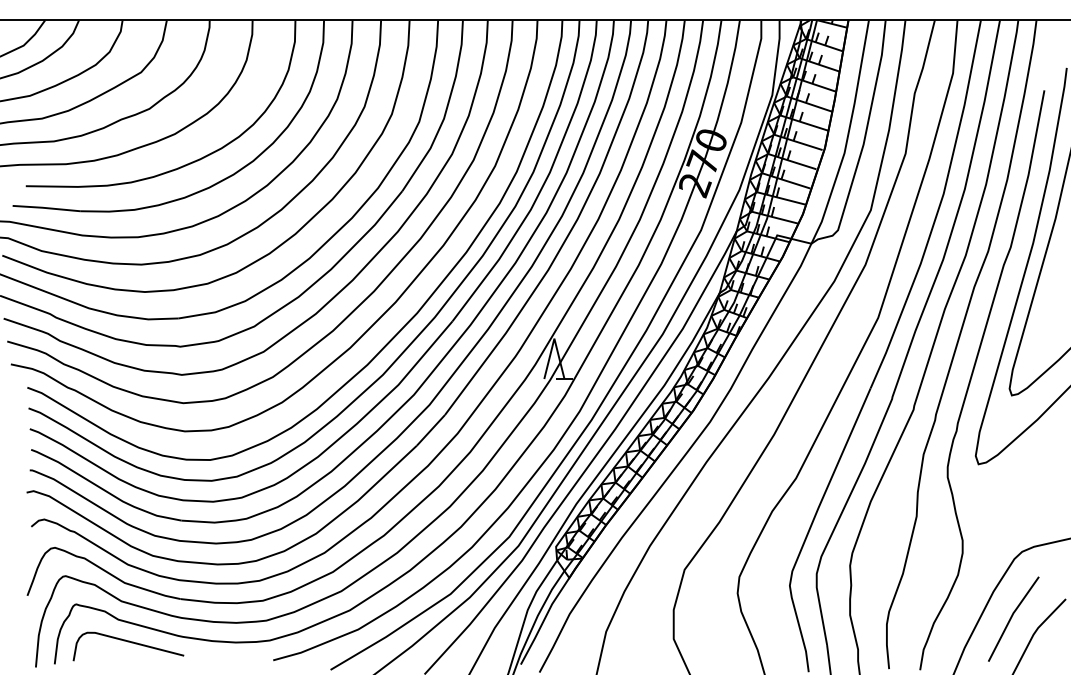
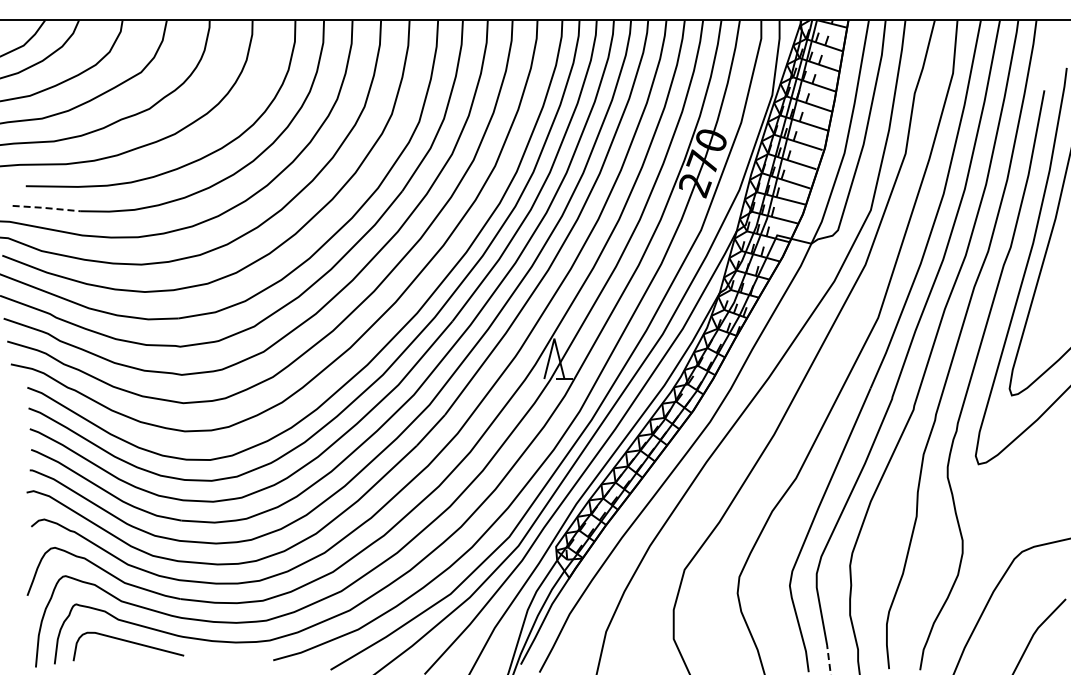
line at (45, 208): solid -> dashed
line at (1012, 617): present -> none
line at (828, 659): solid -> dashed
